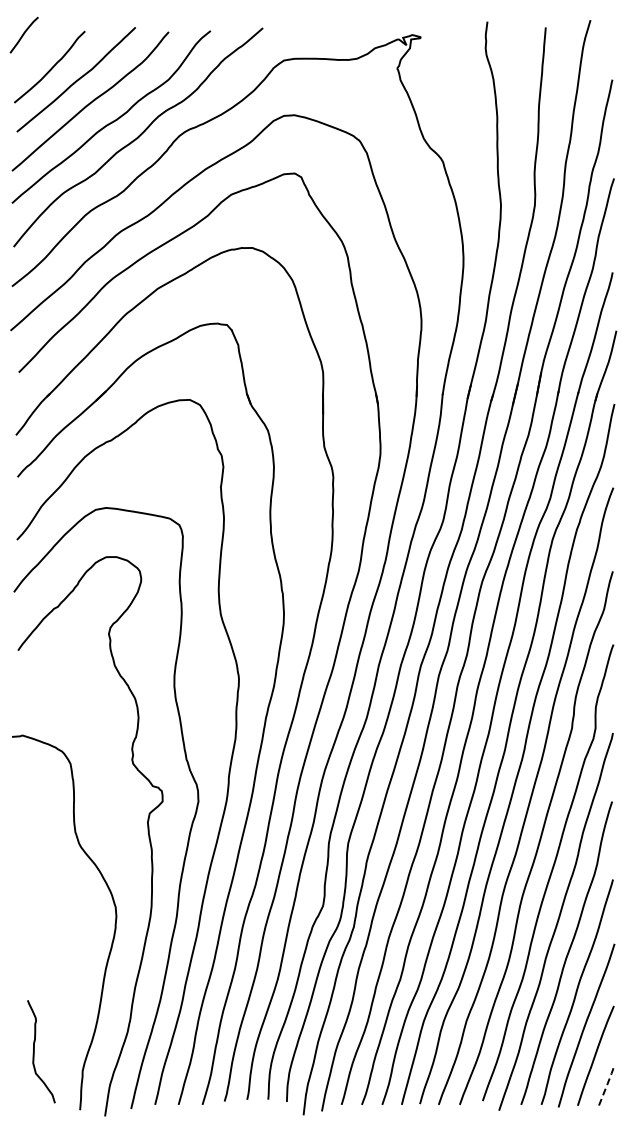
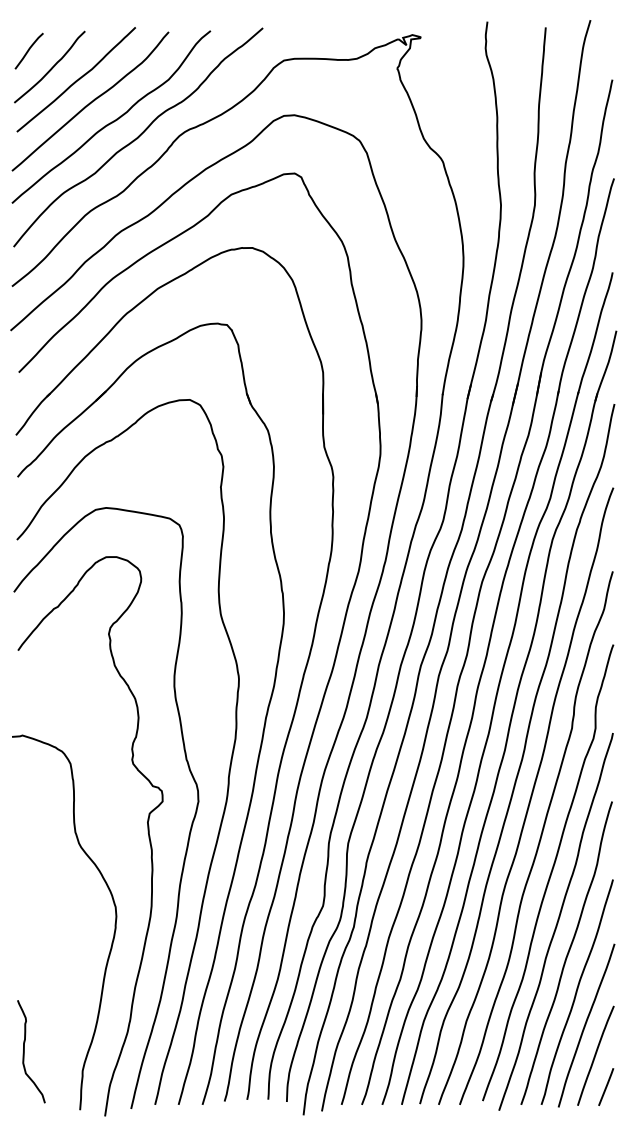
curve at (23, 34) position: (23, 34) -> (28, 50)
curve at (34, 1051) position: (34, 1051) -> (24, 1051)
line at (606, 1085): dashed -> solid
